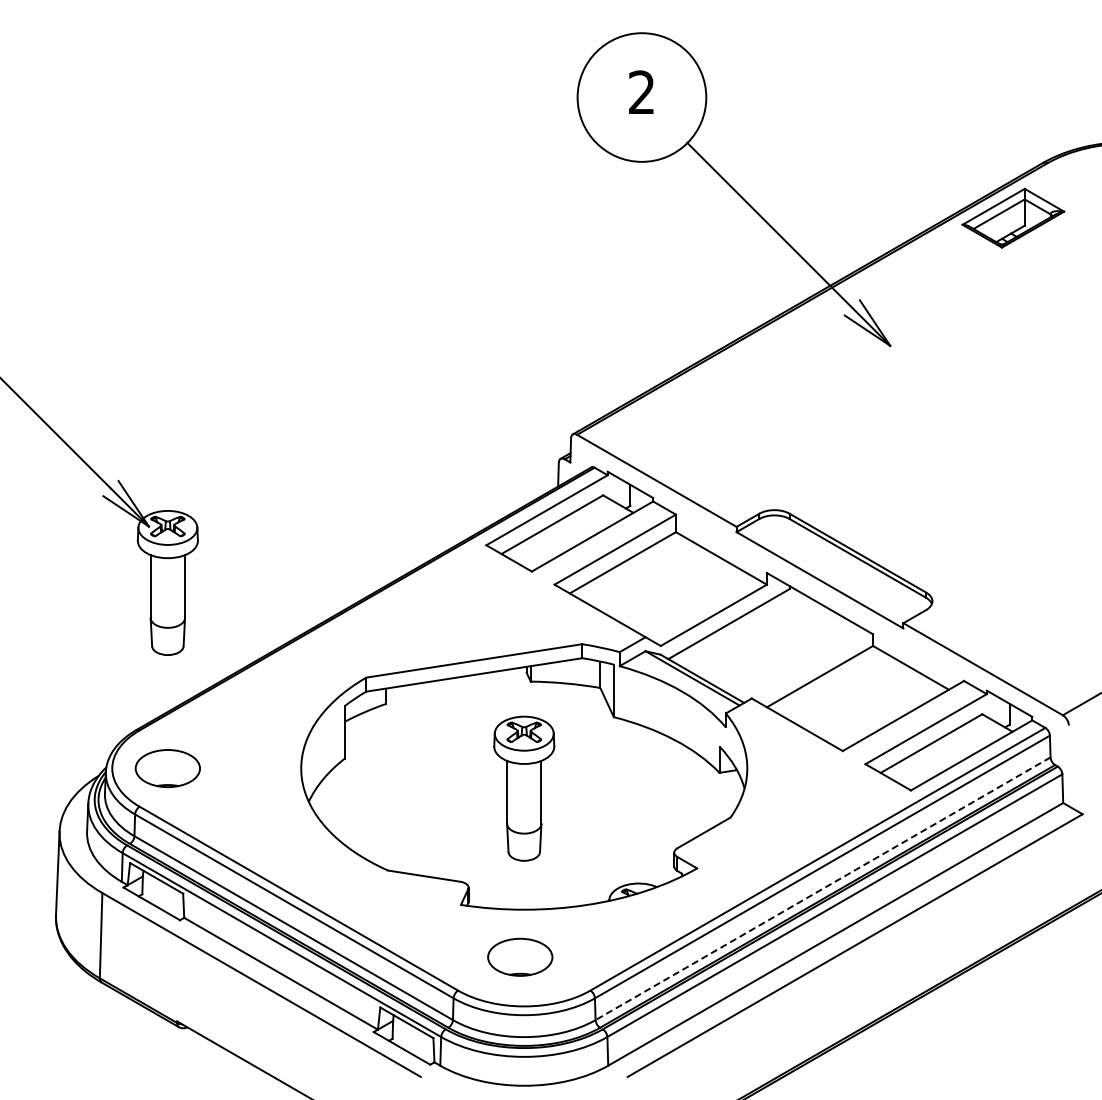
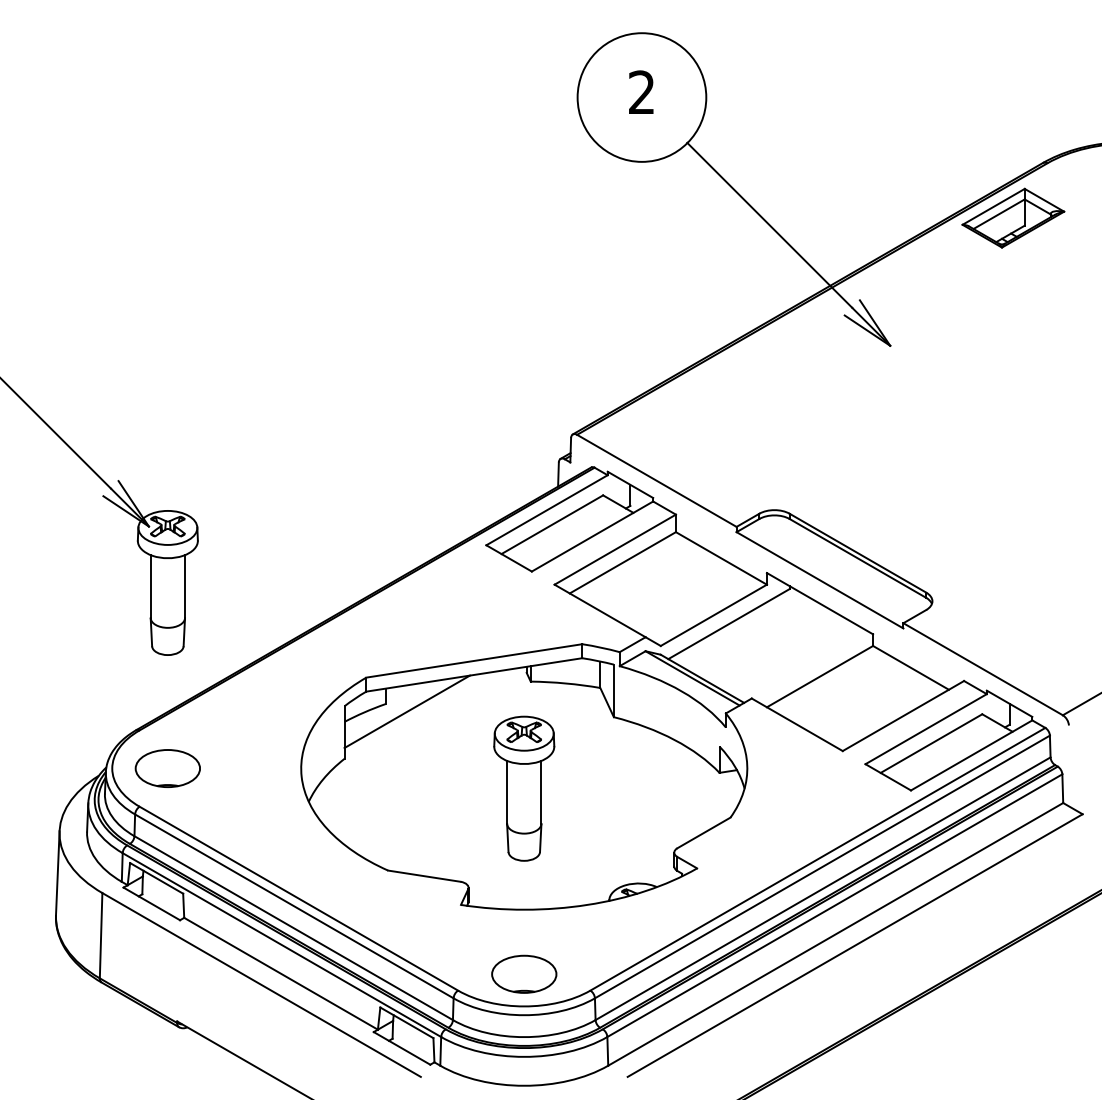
line at (406, 711): none -> present
line at (823, 888): dashed -> solid
part at (520, 956) position: (520, 956) -> (524, 973)
